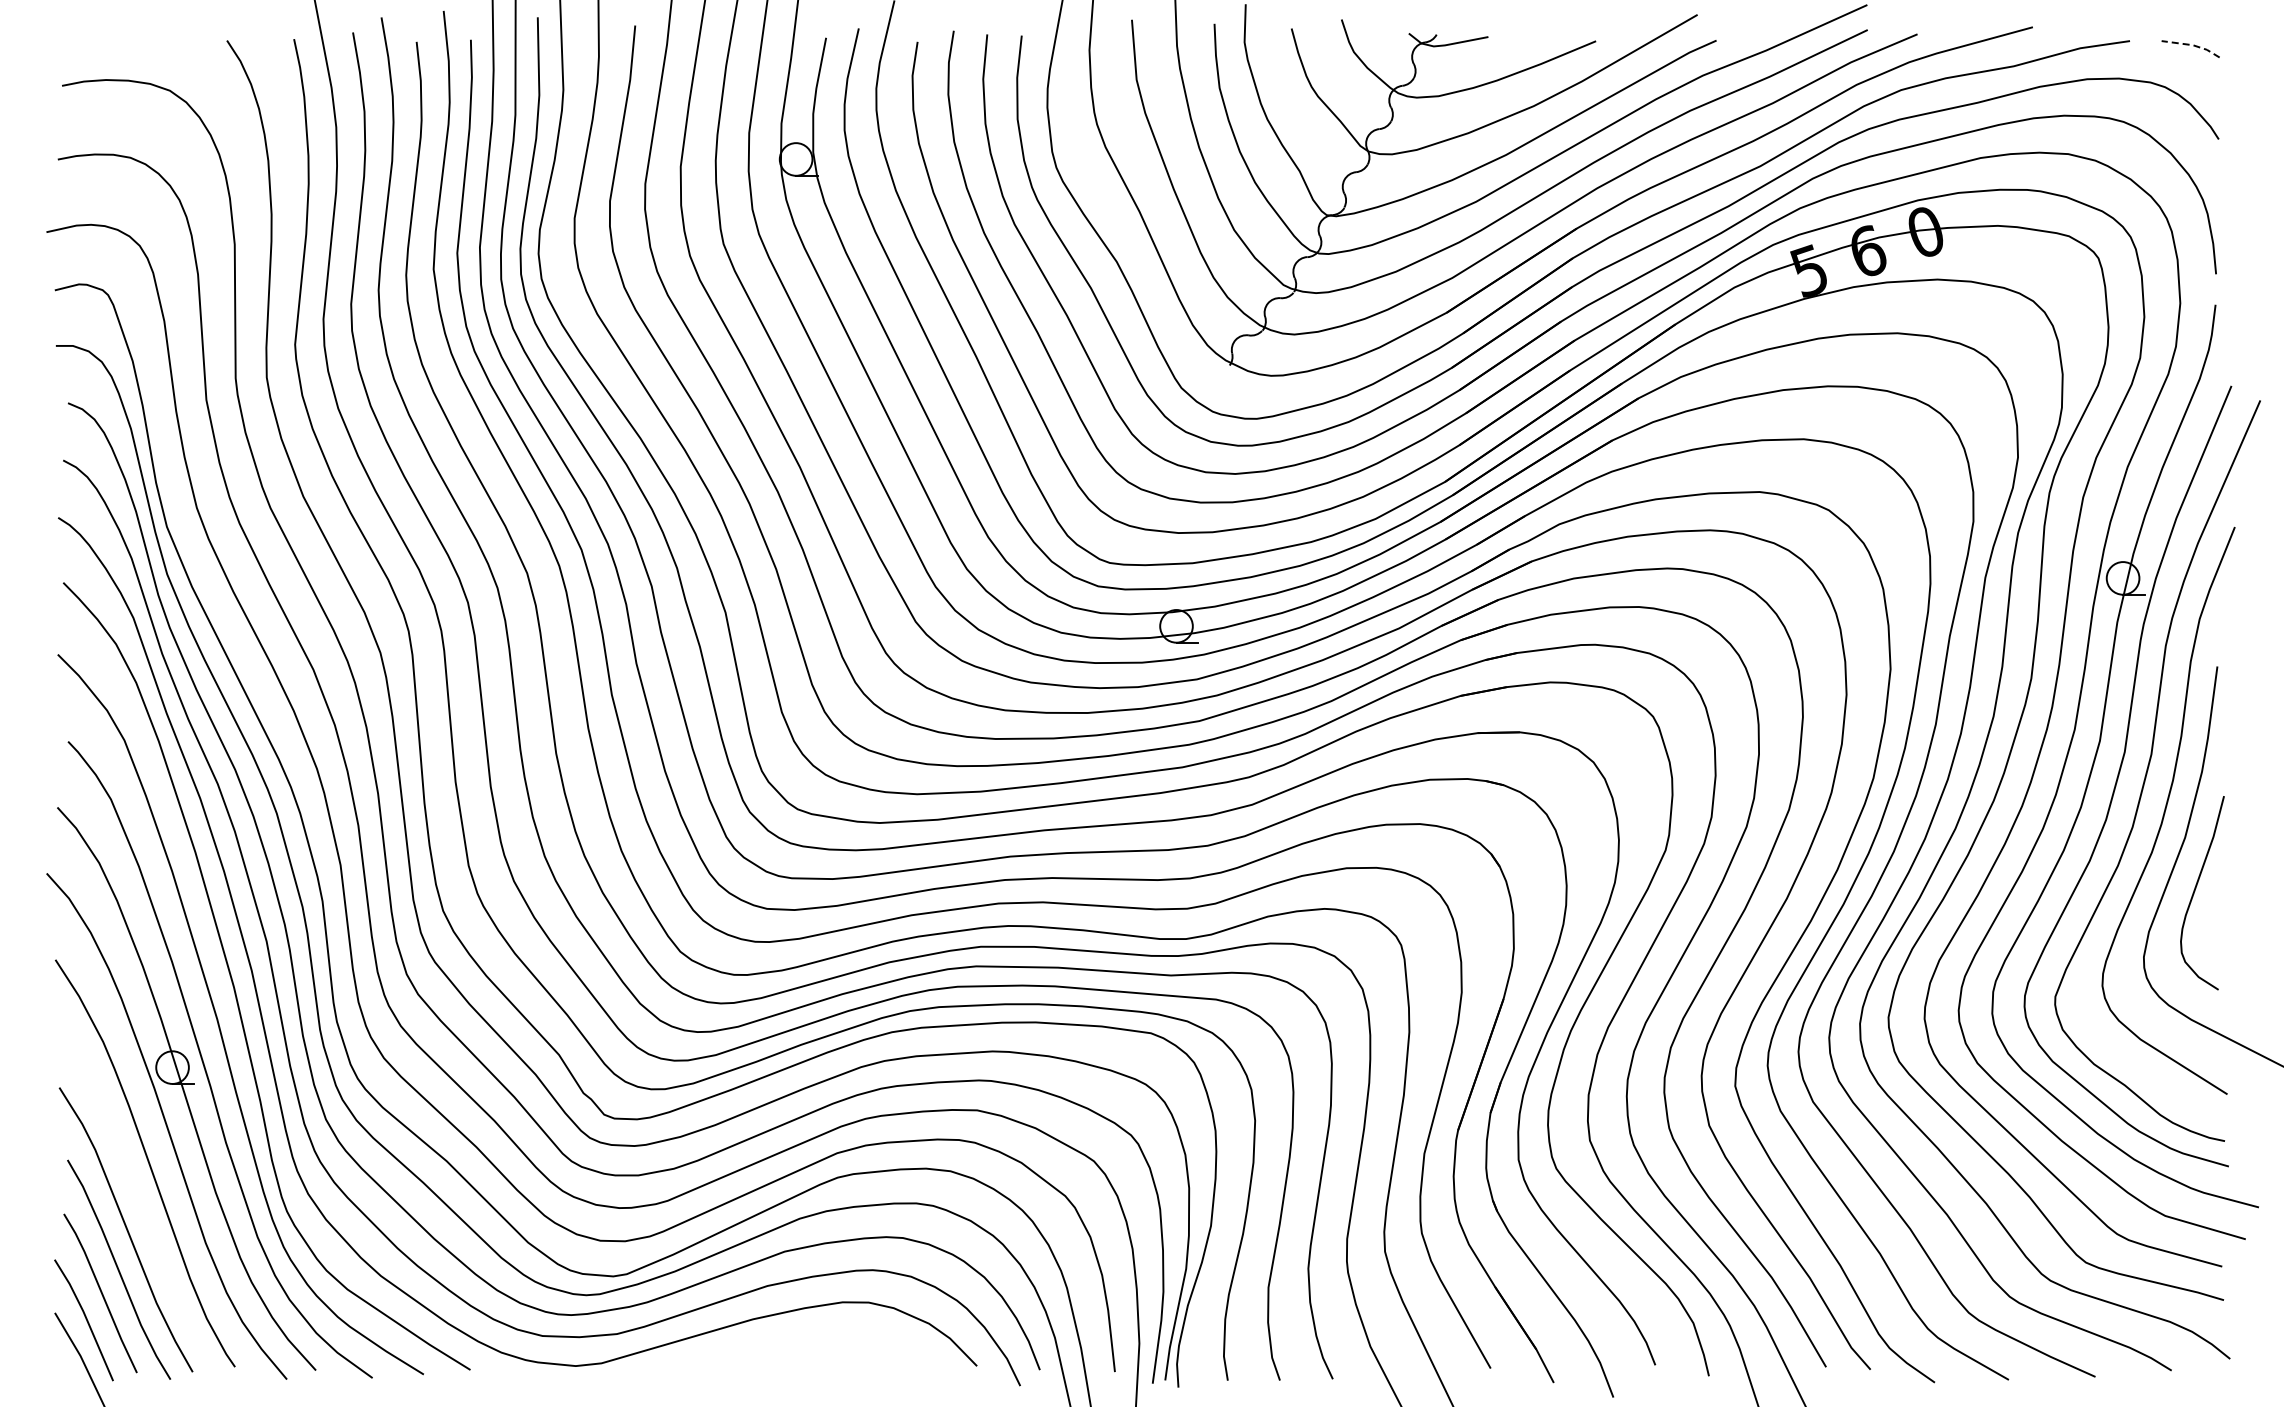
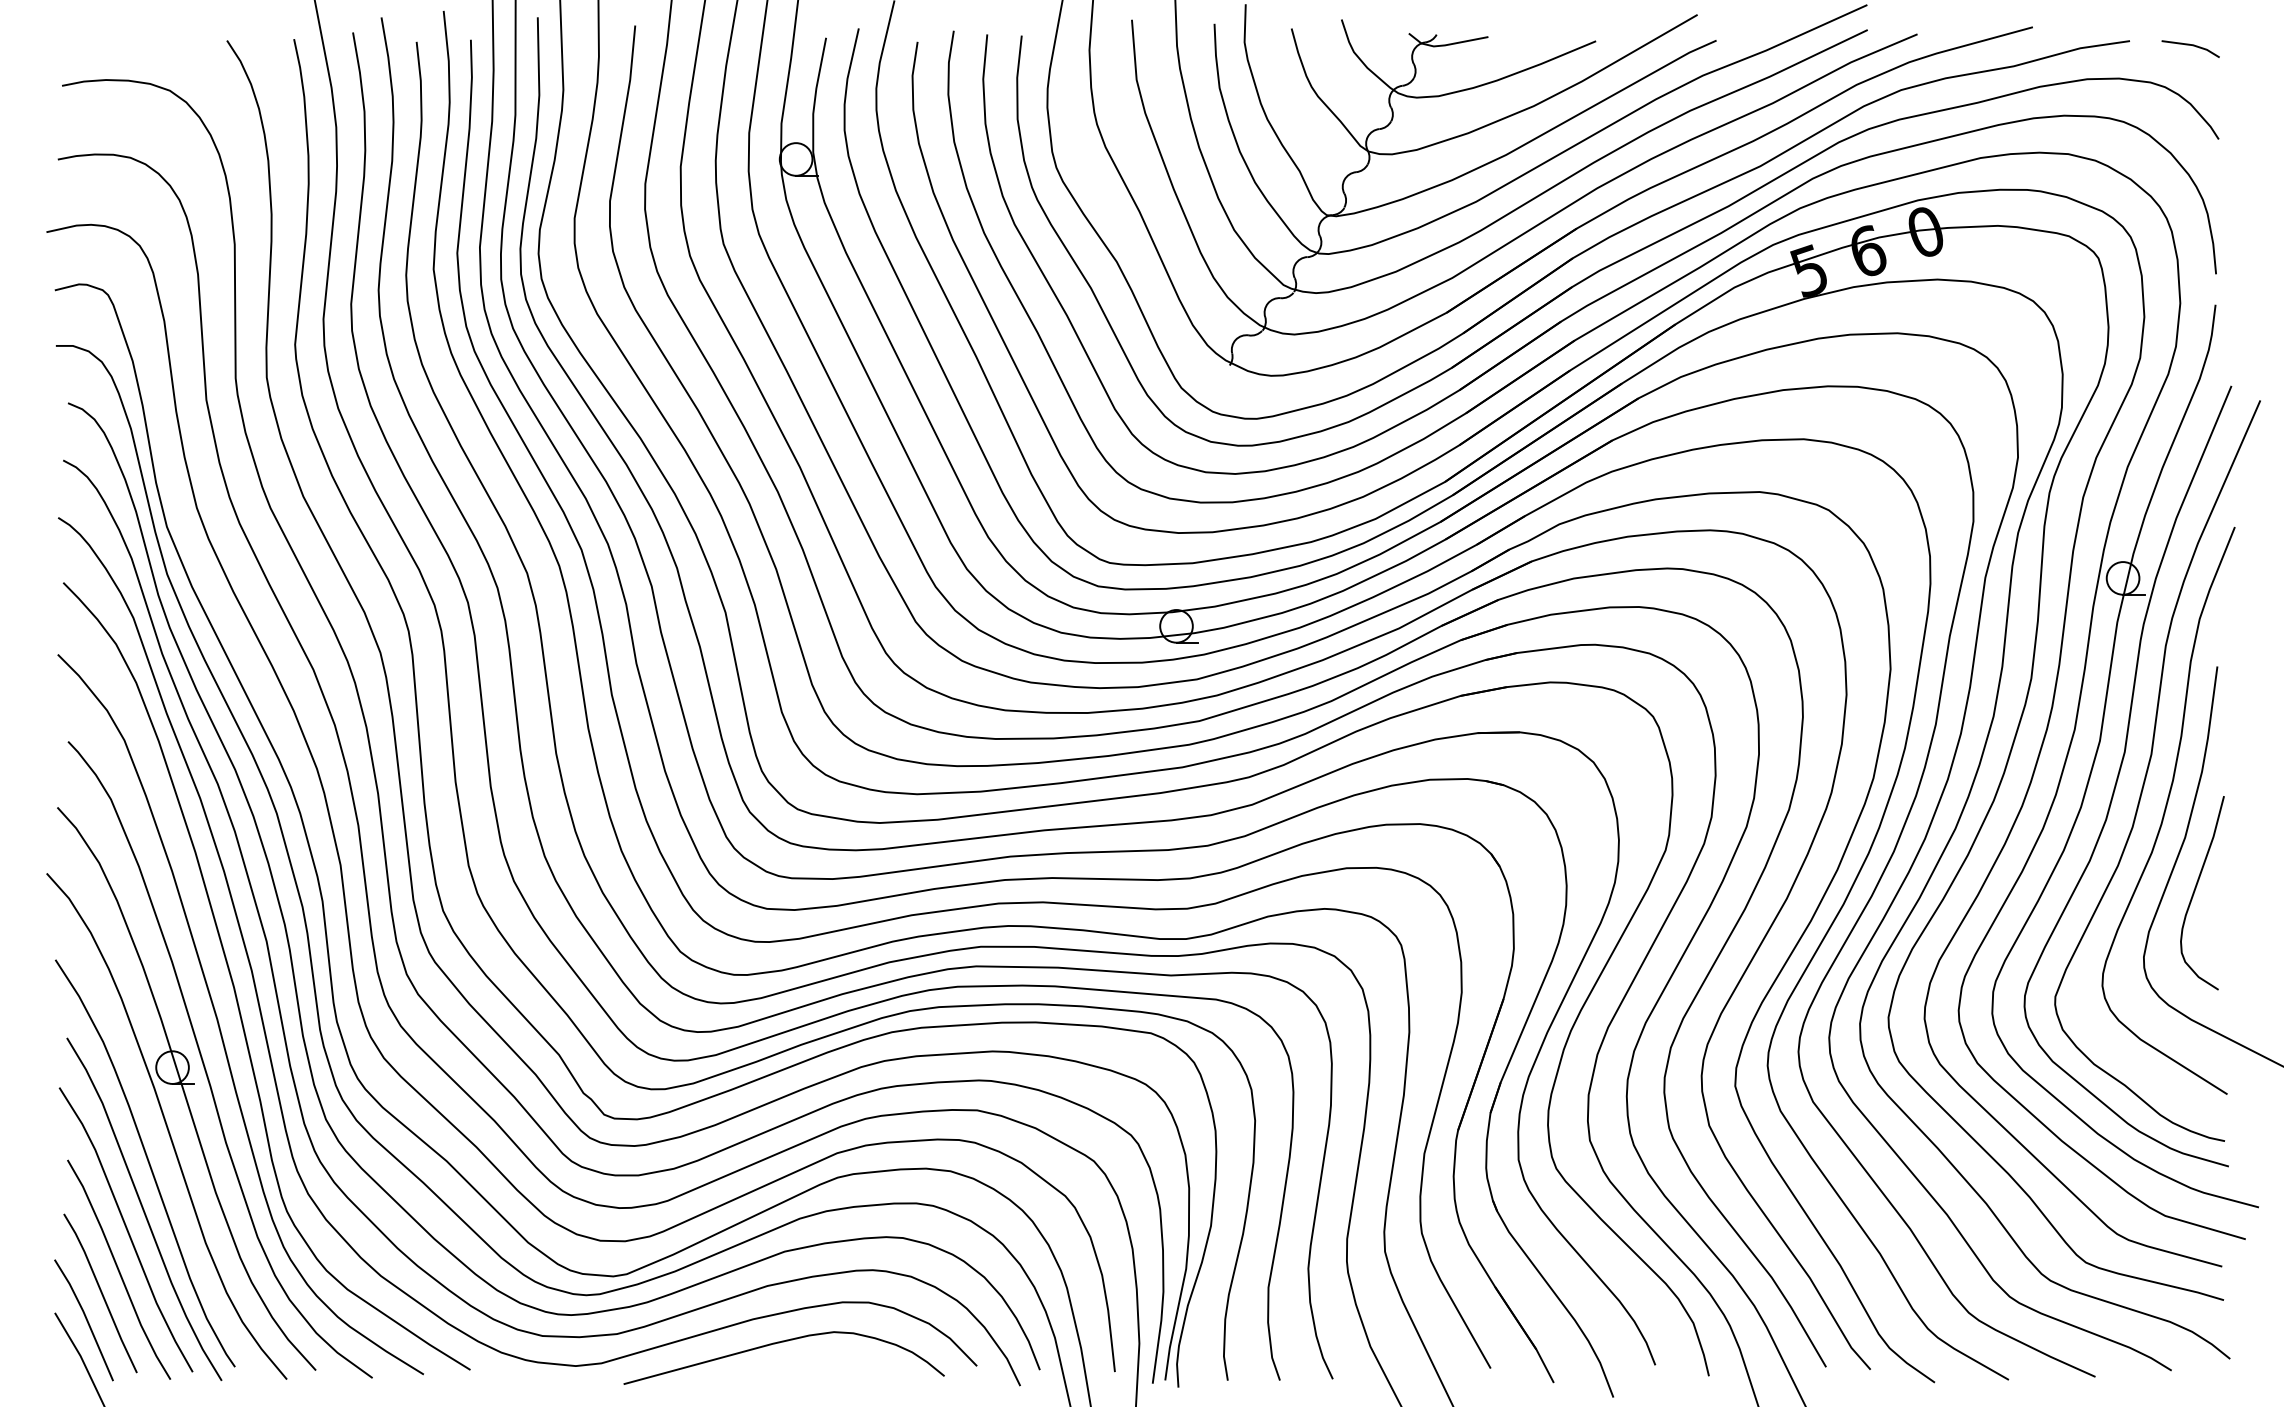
line at (2193, 45): dashed -> solid
curve at (143, 1208): none -> present
curve at (779, 1343): none -> present
